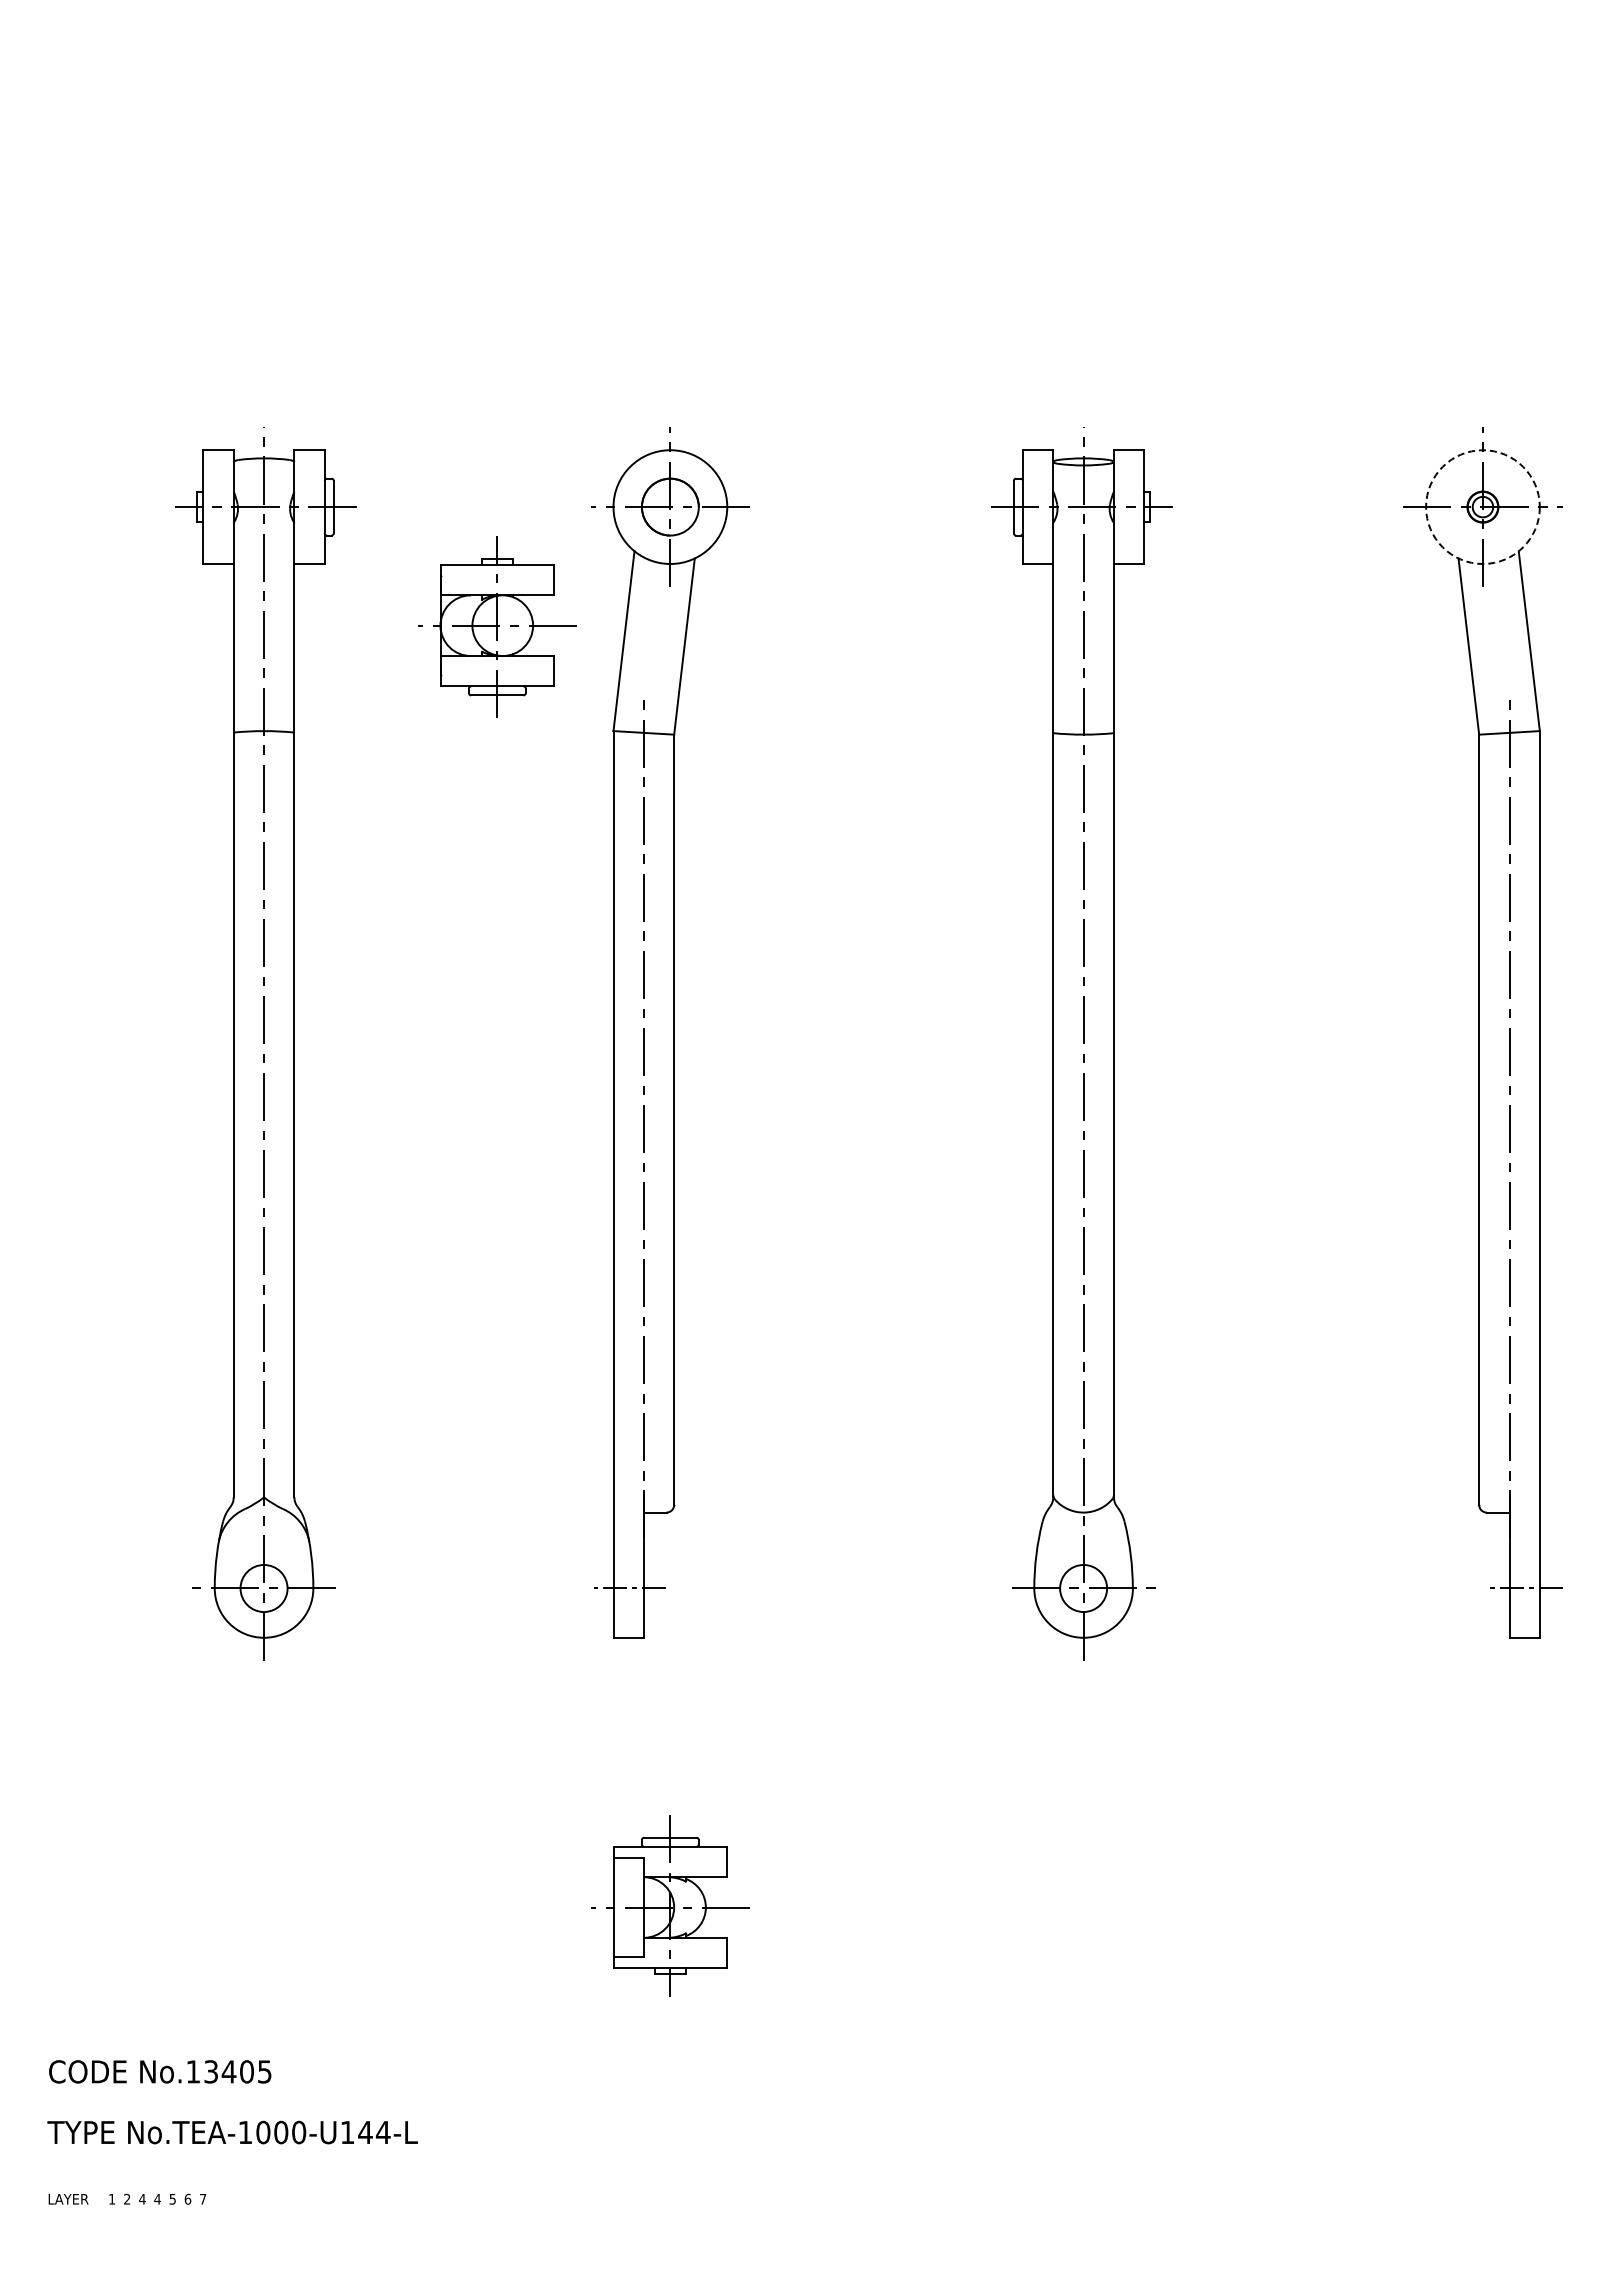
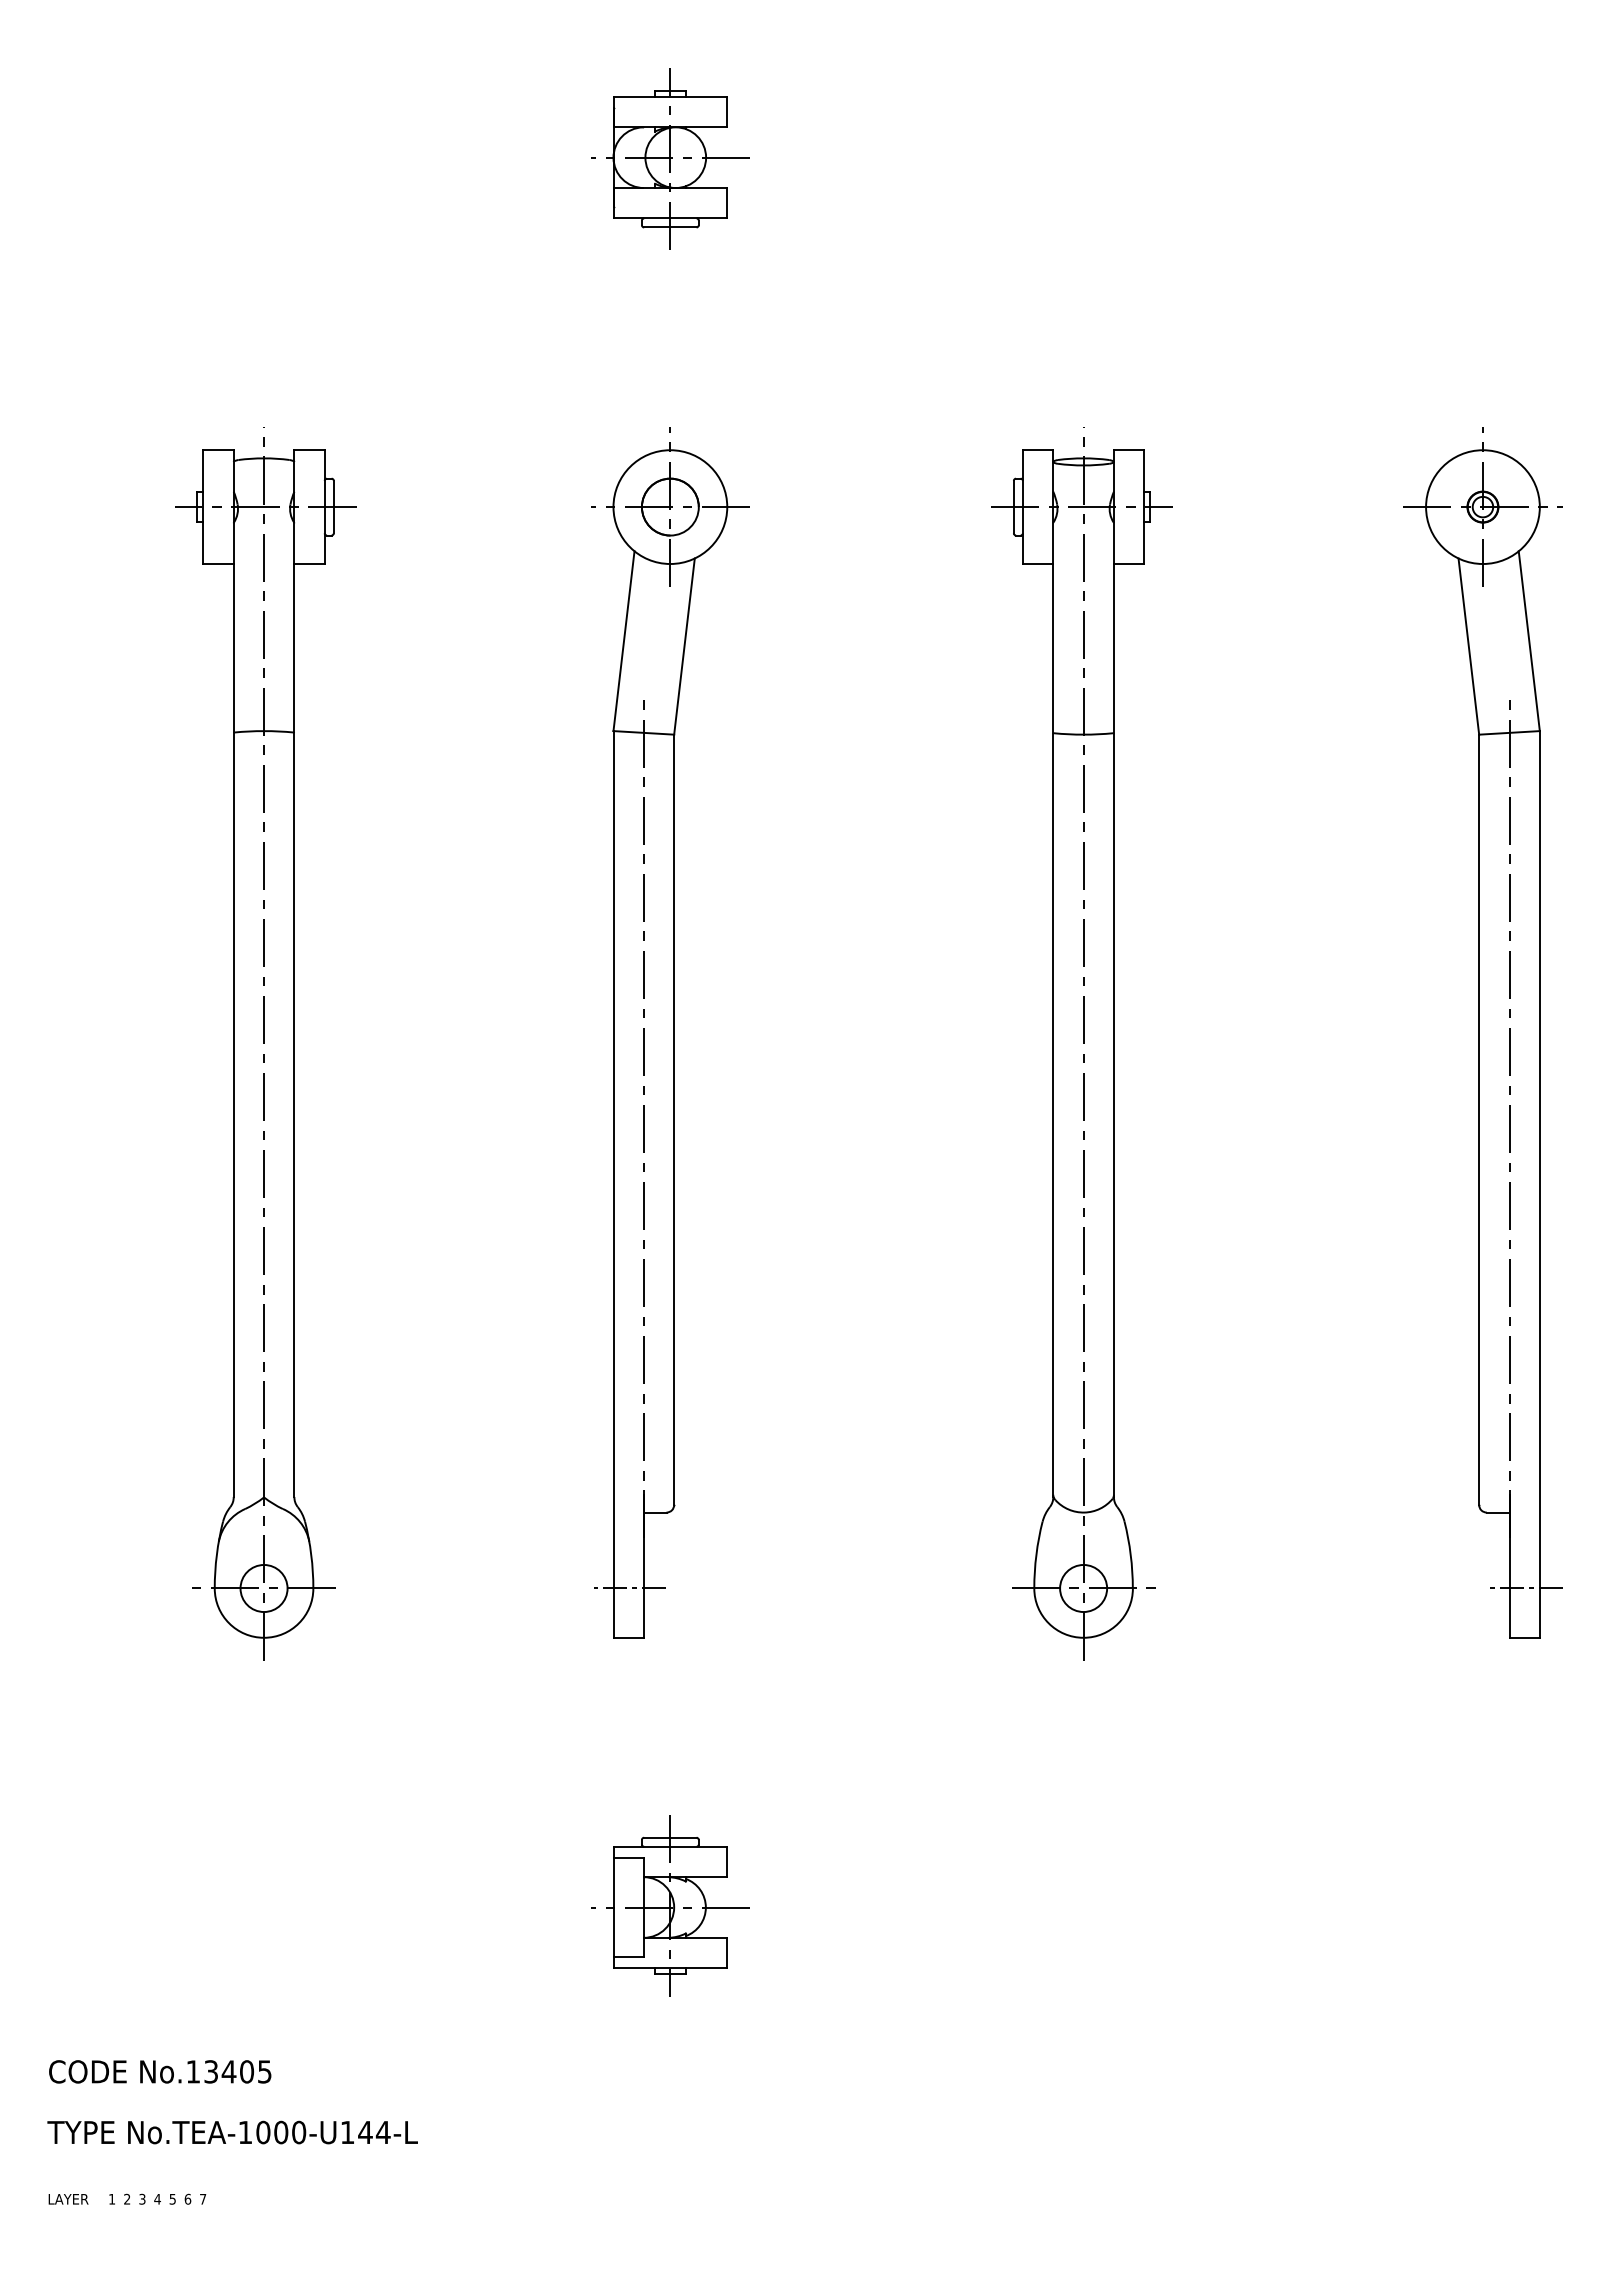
circle at (1482, 507): dashed -> solid
part at (497, 626) position: (497, 626) -> (670, 158)
text at (142, 2198): 4 -> 3
